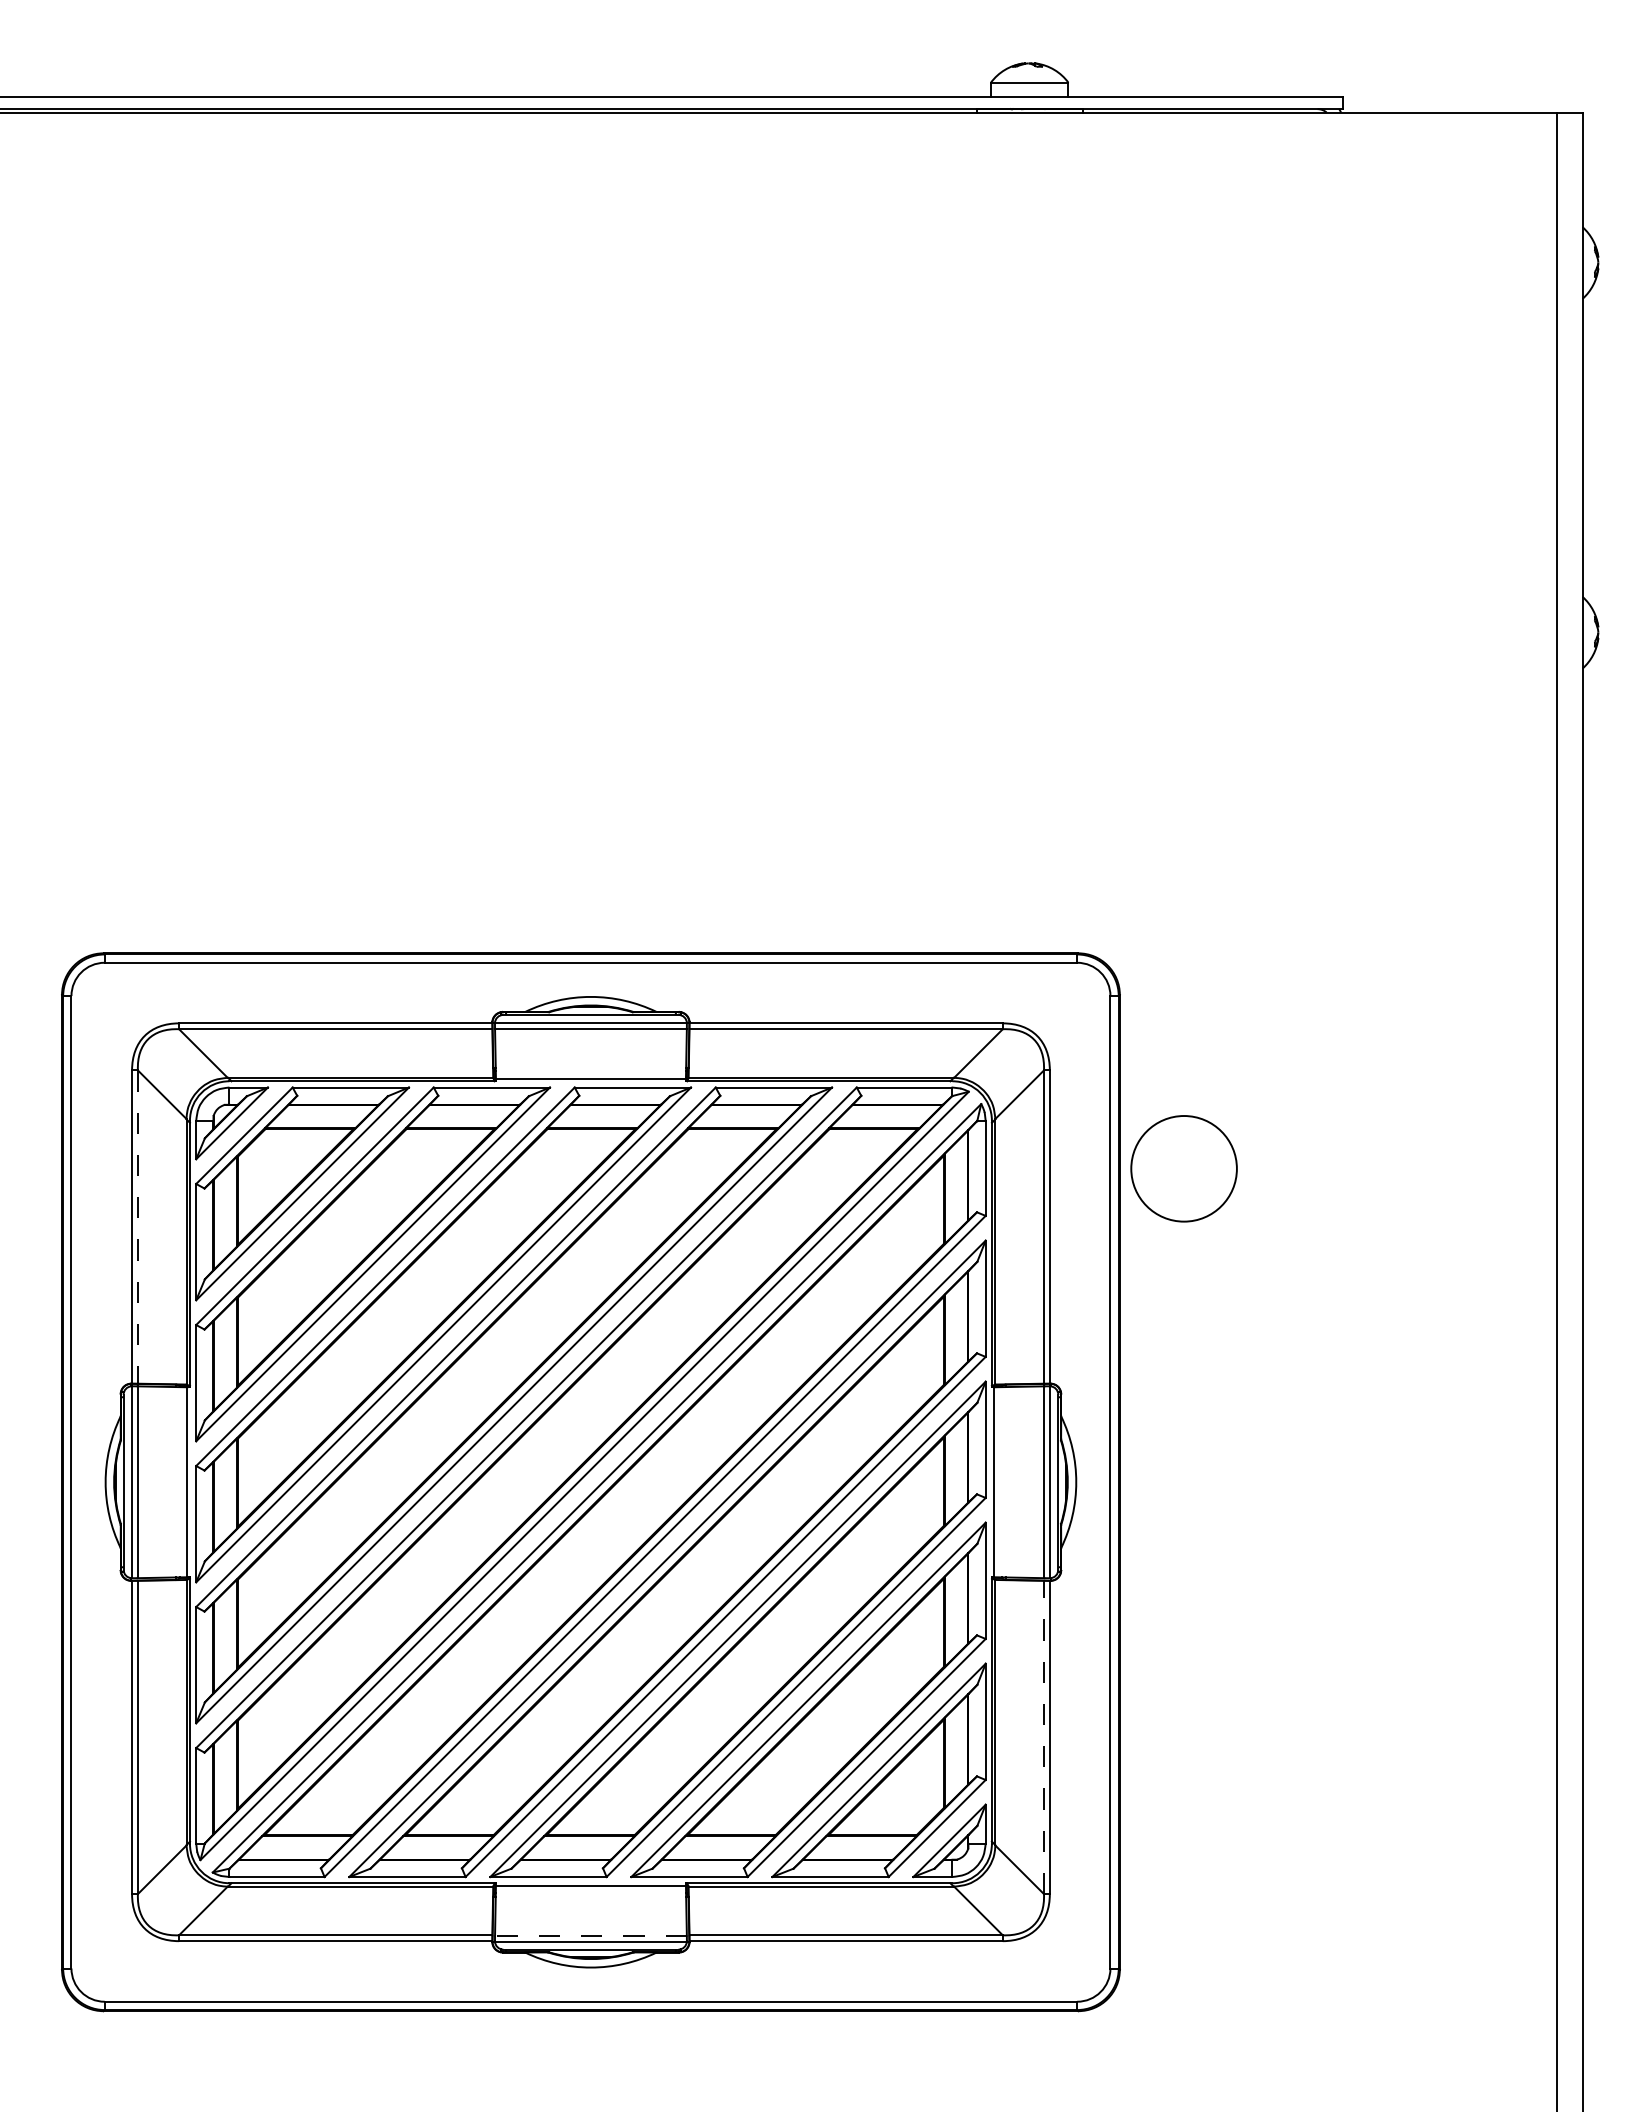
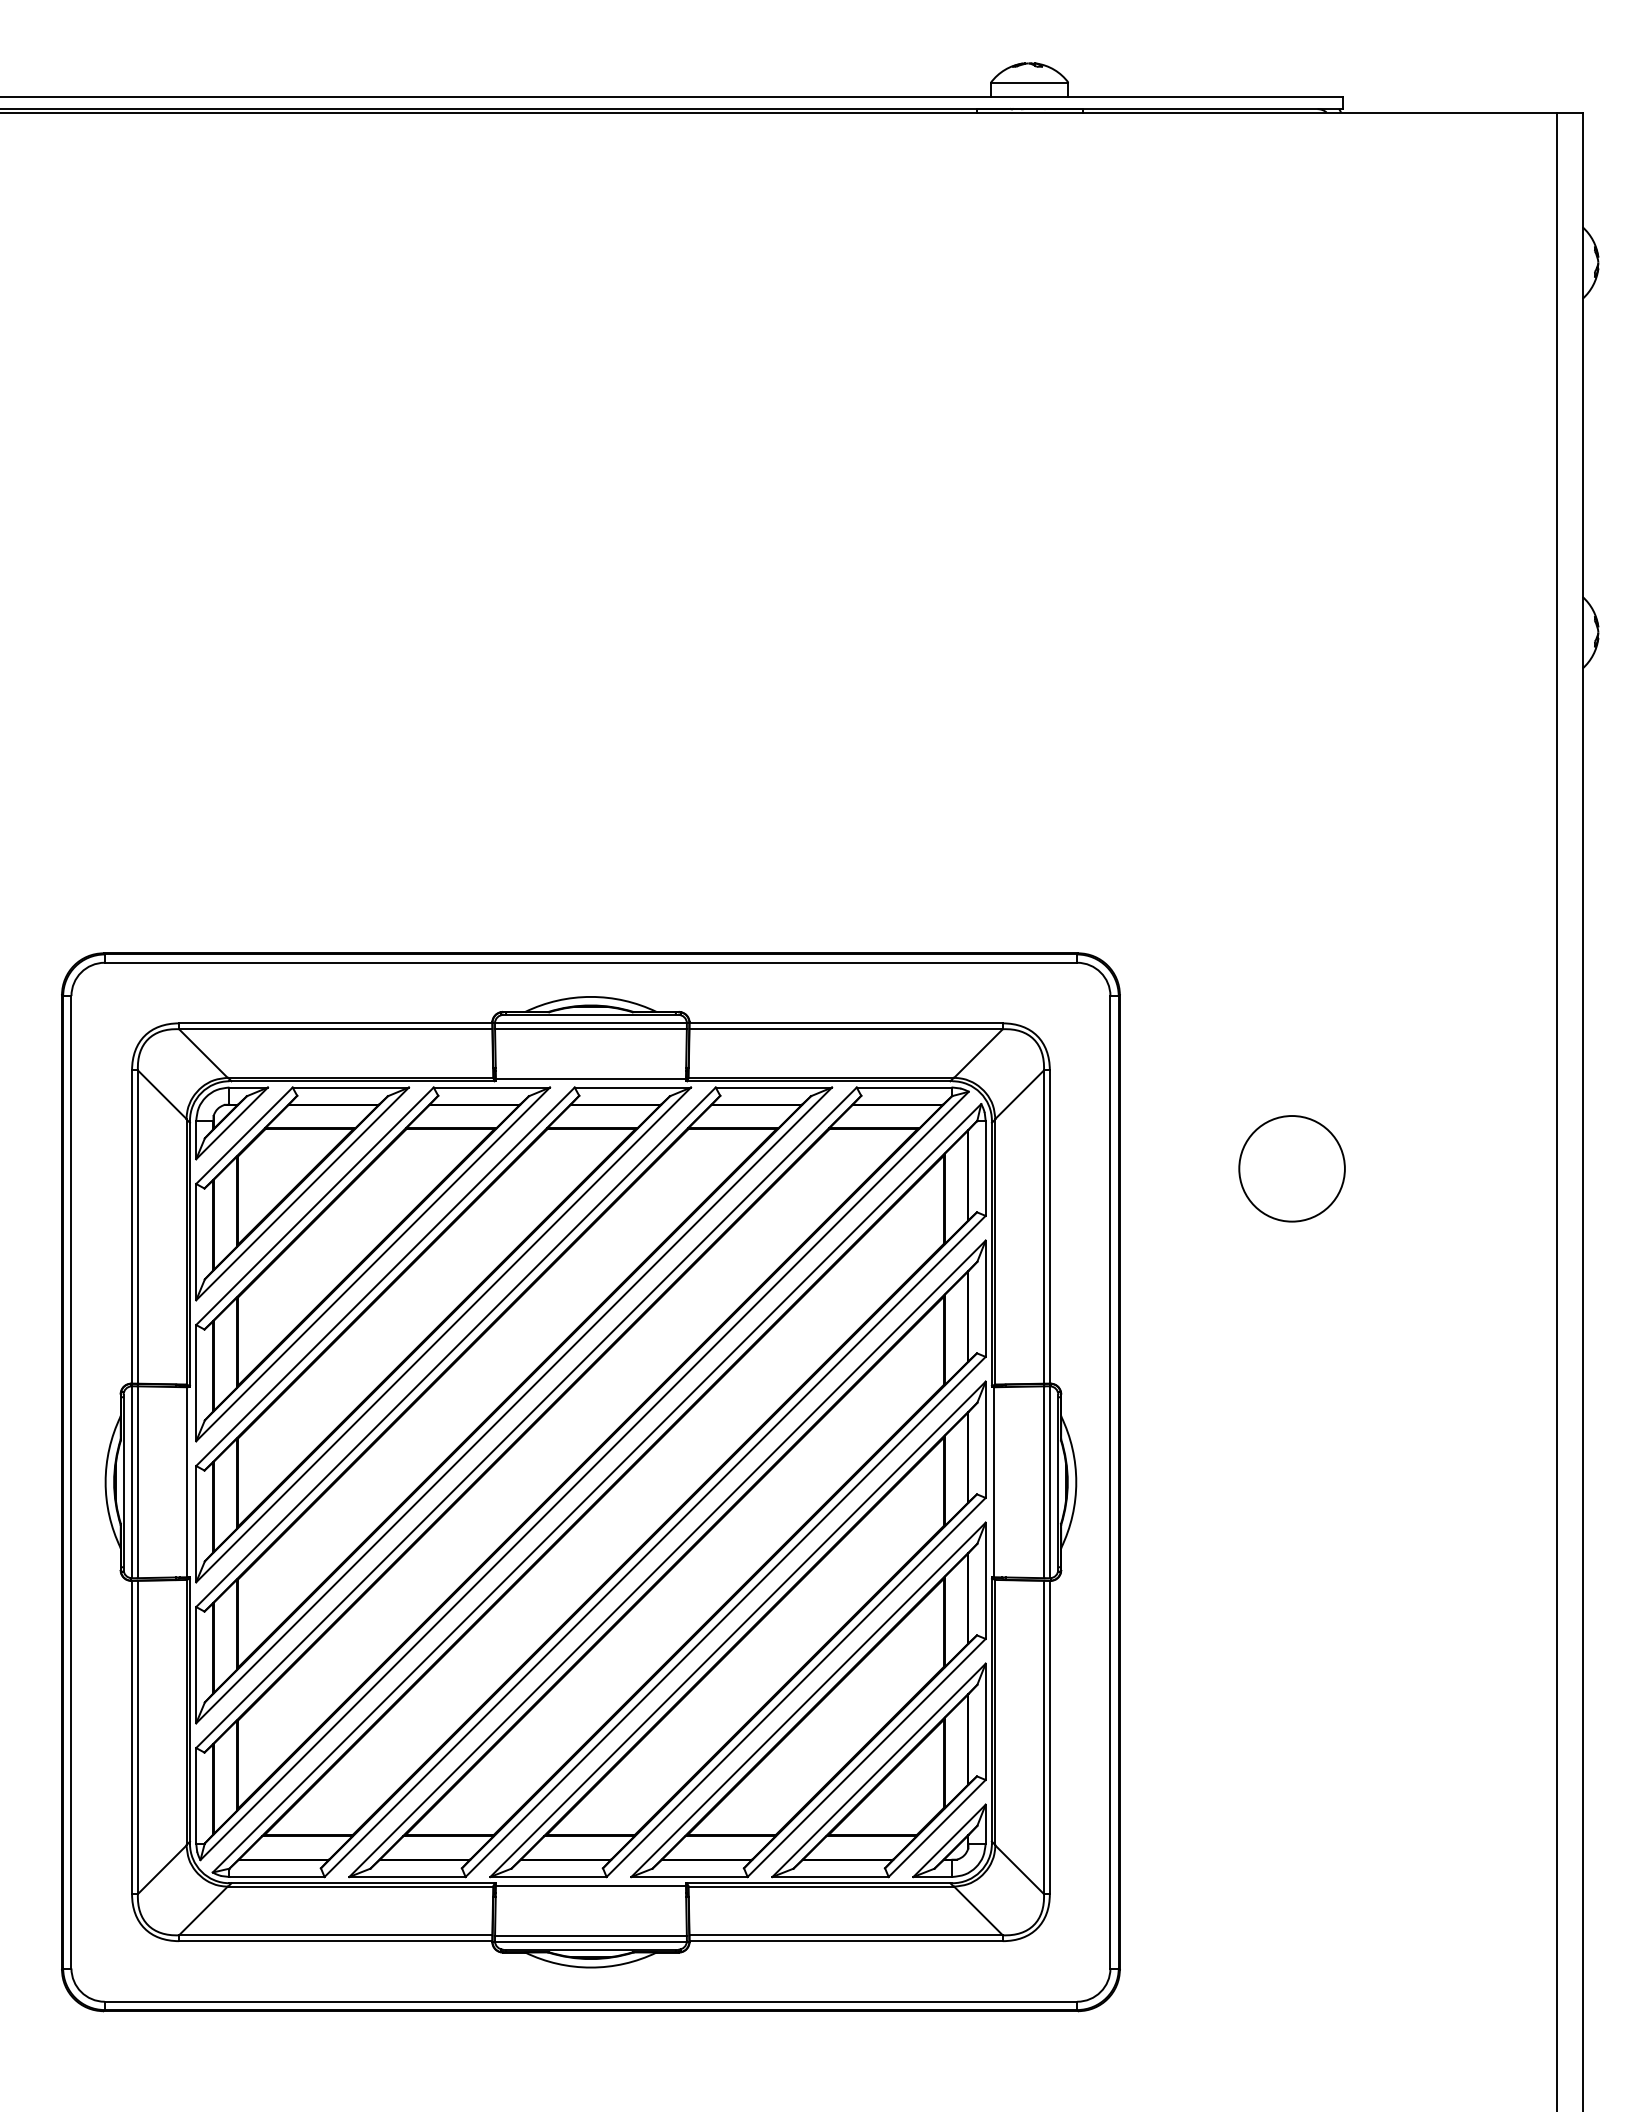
circle at (1183, 1168) position: (1183, 1168) -> (1291, 1168)
line at (137, 1227): dashed -> solid
line at (1043, 1737): dashed -> solid
line at (590, 1935): dashed -> solid
